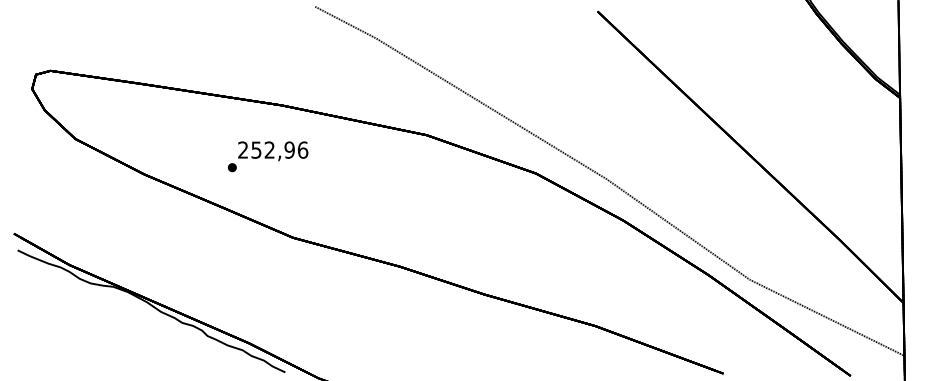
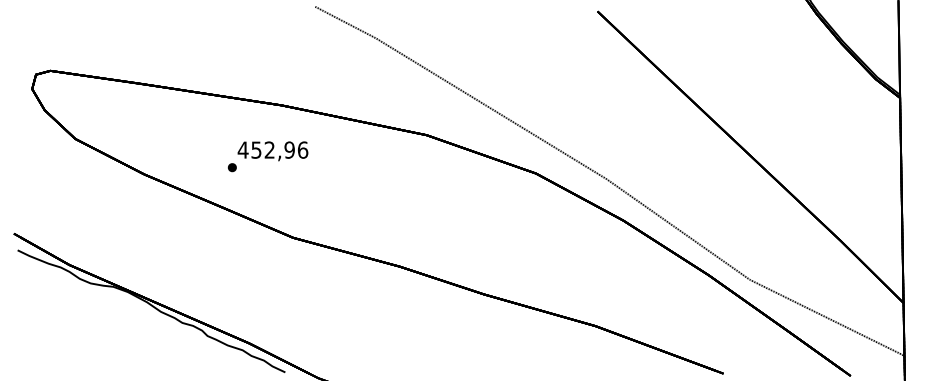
text at (242, 149): 252,96 -> 452,96
